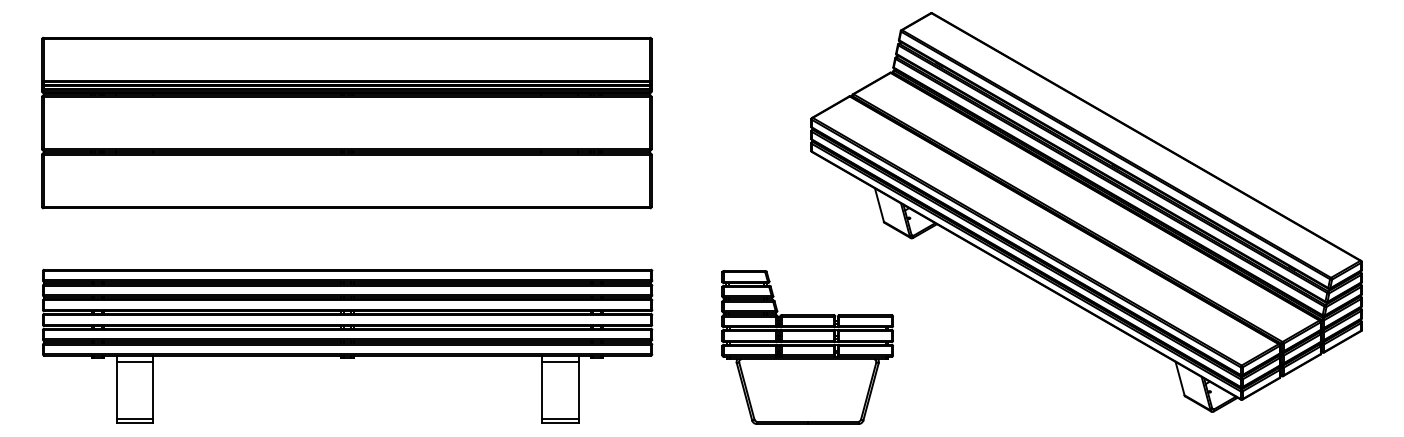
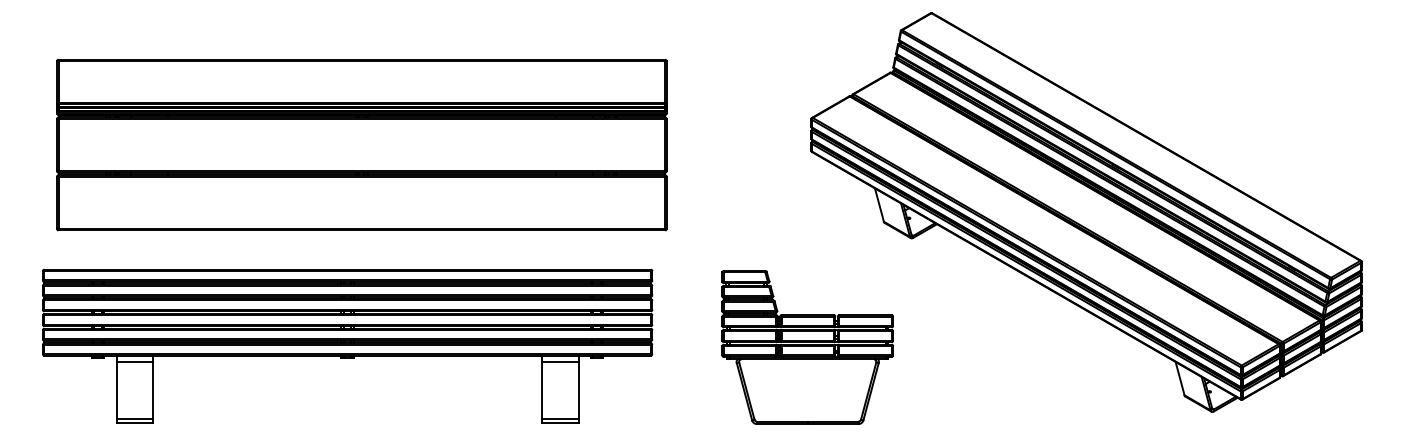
part at (346, 122) position: (346, 122) -> (361, 144)
